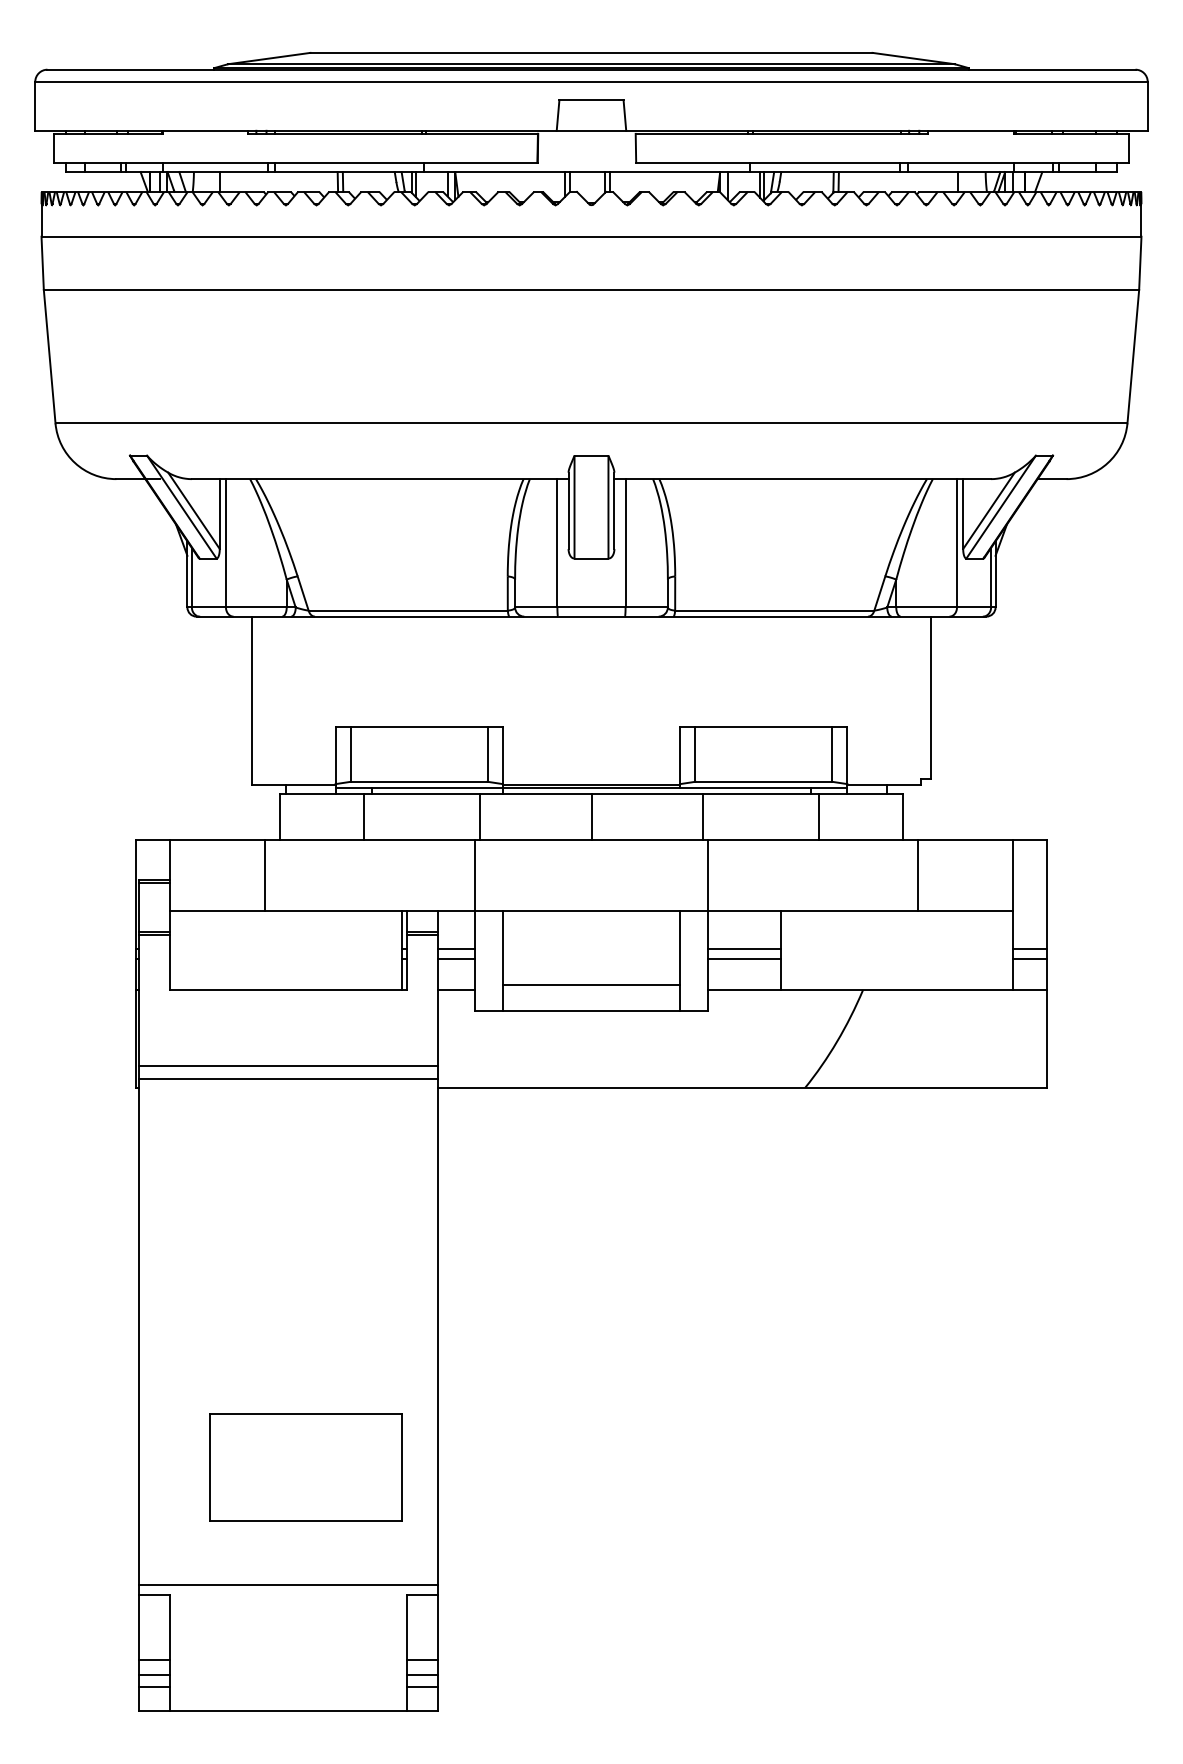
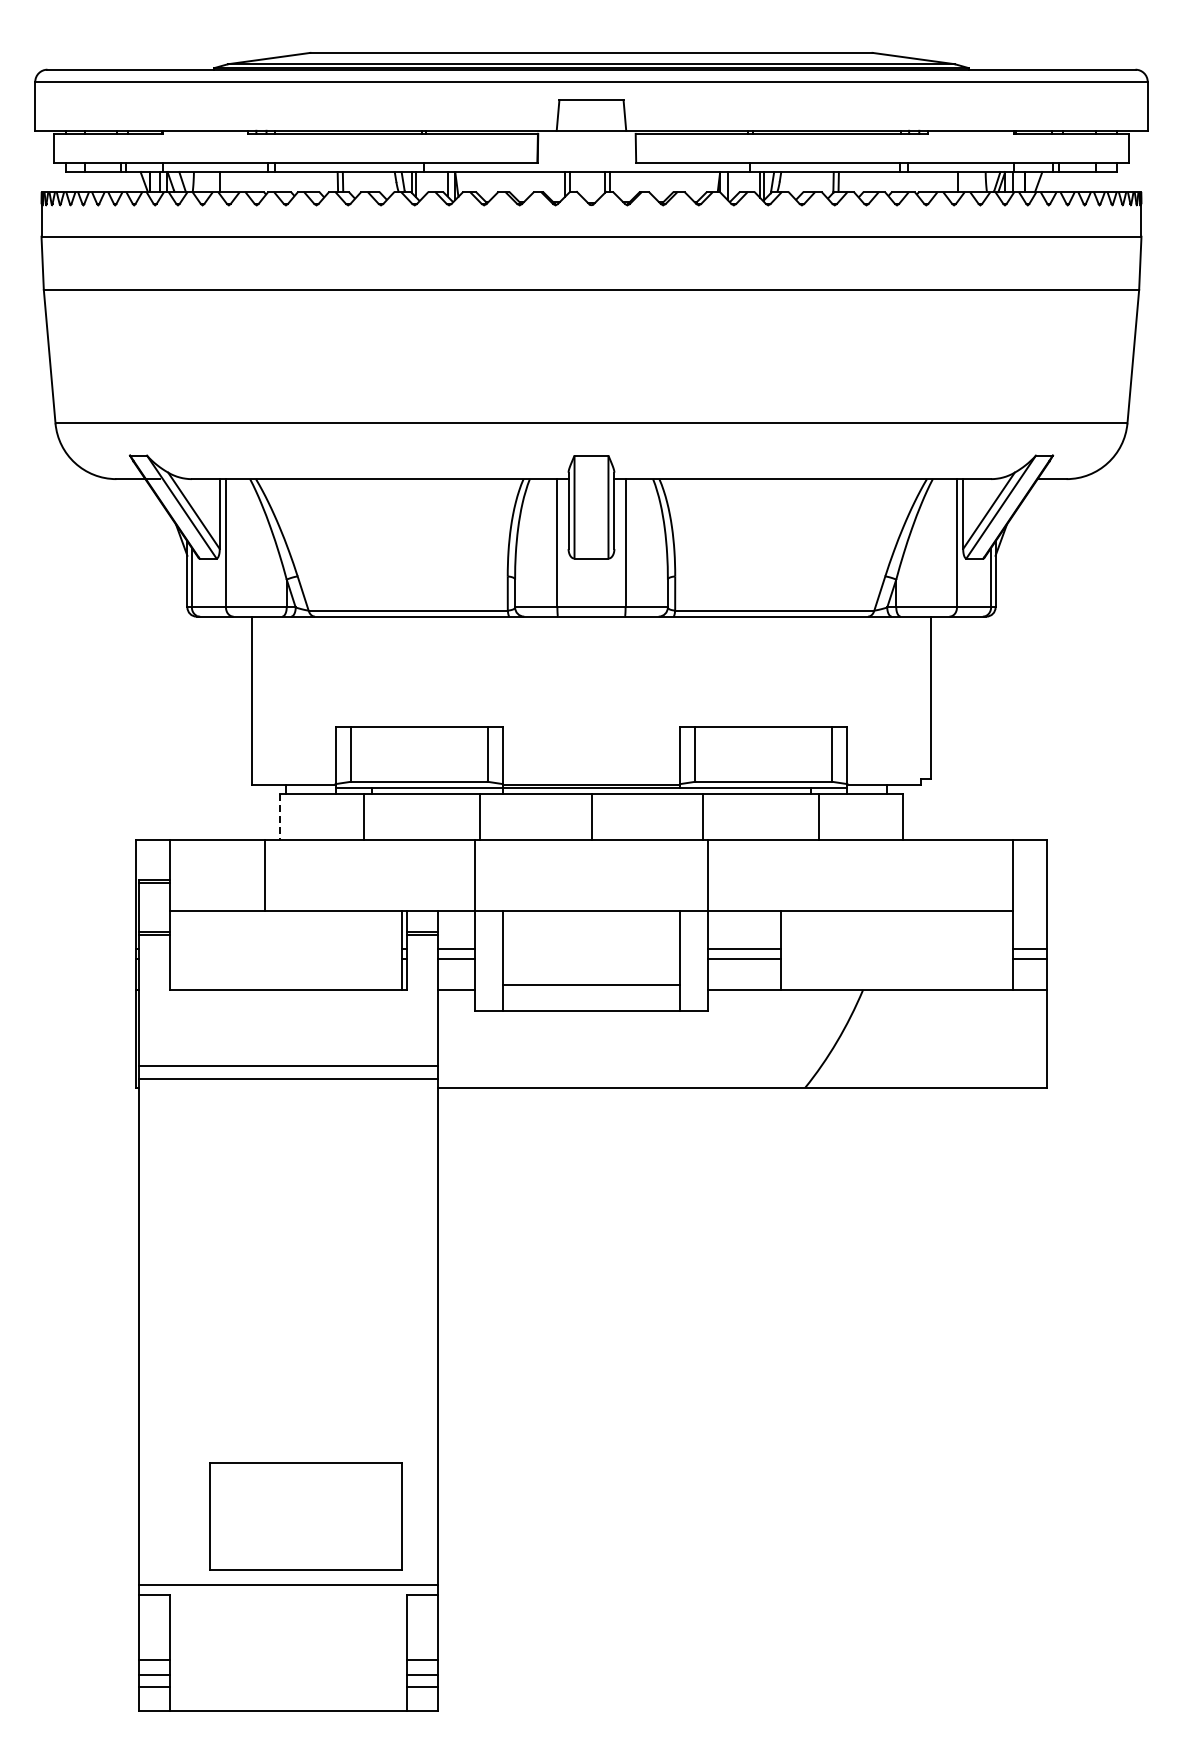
line at (280, 817): solid -> dashed
line at (917, 875): present -> none
part at (305, 1467) position: (305, 1467) -> (305, 1516)
